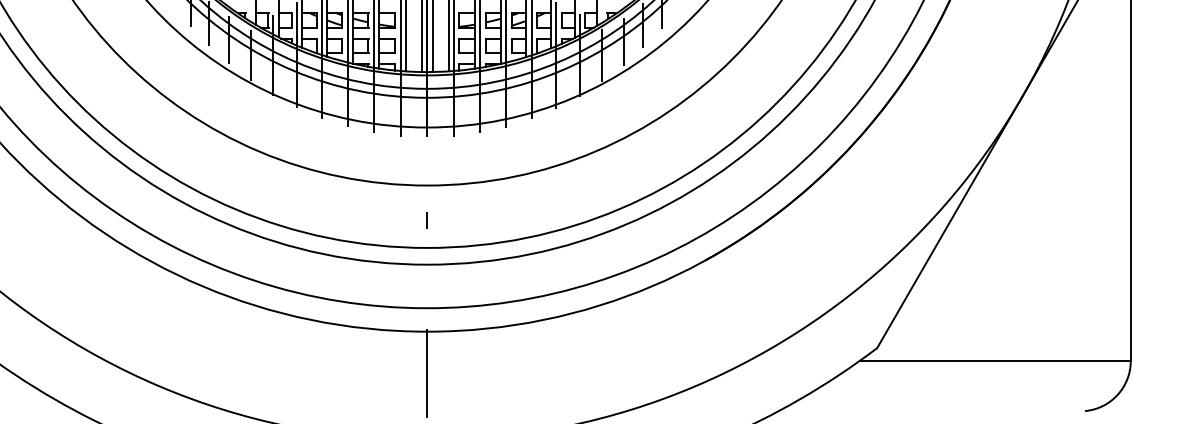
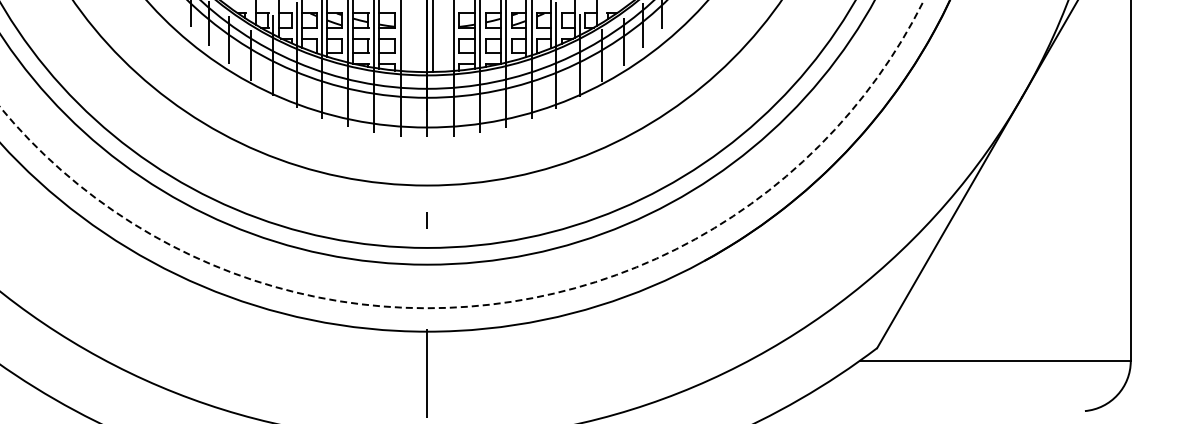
line at (405, 36): present -> none
line at (448, 36): present -> none
line at (422, 37): present -> none
arc at (491, 304): solid -> dashed
